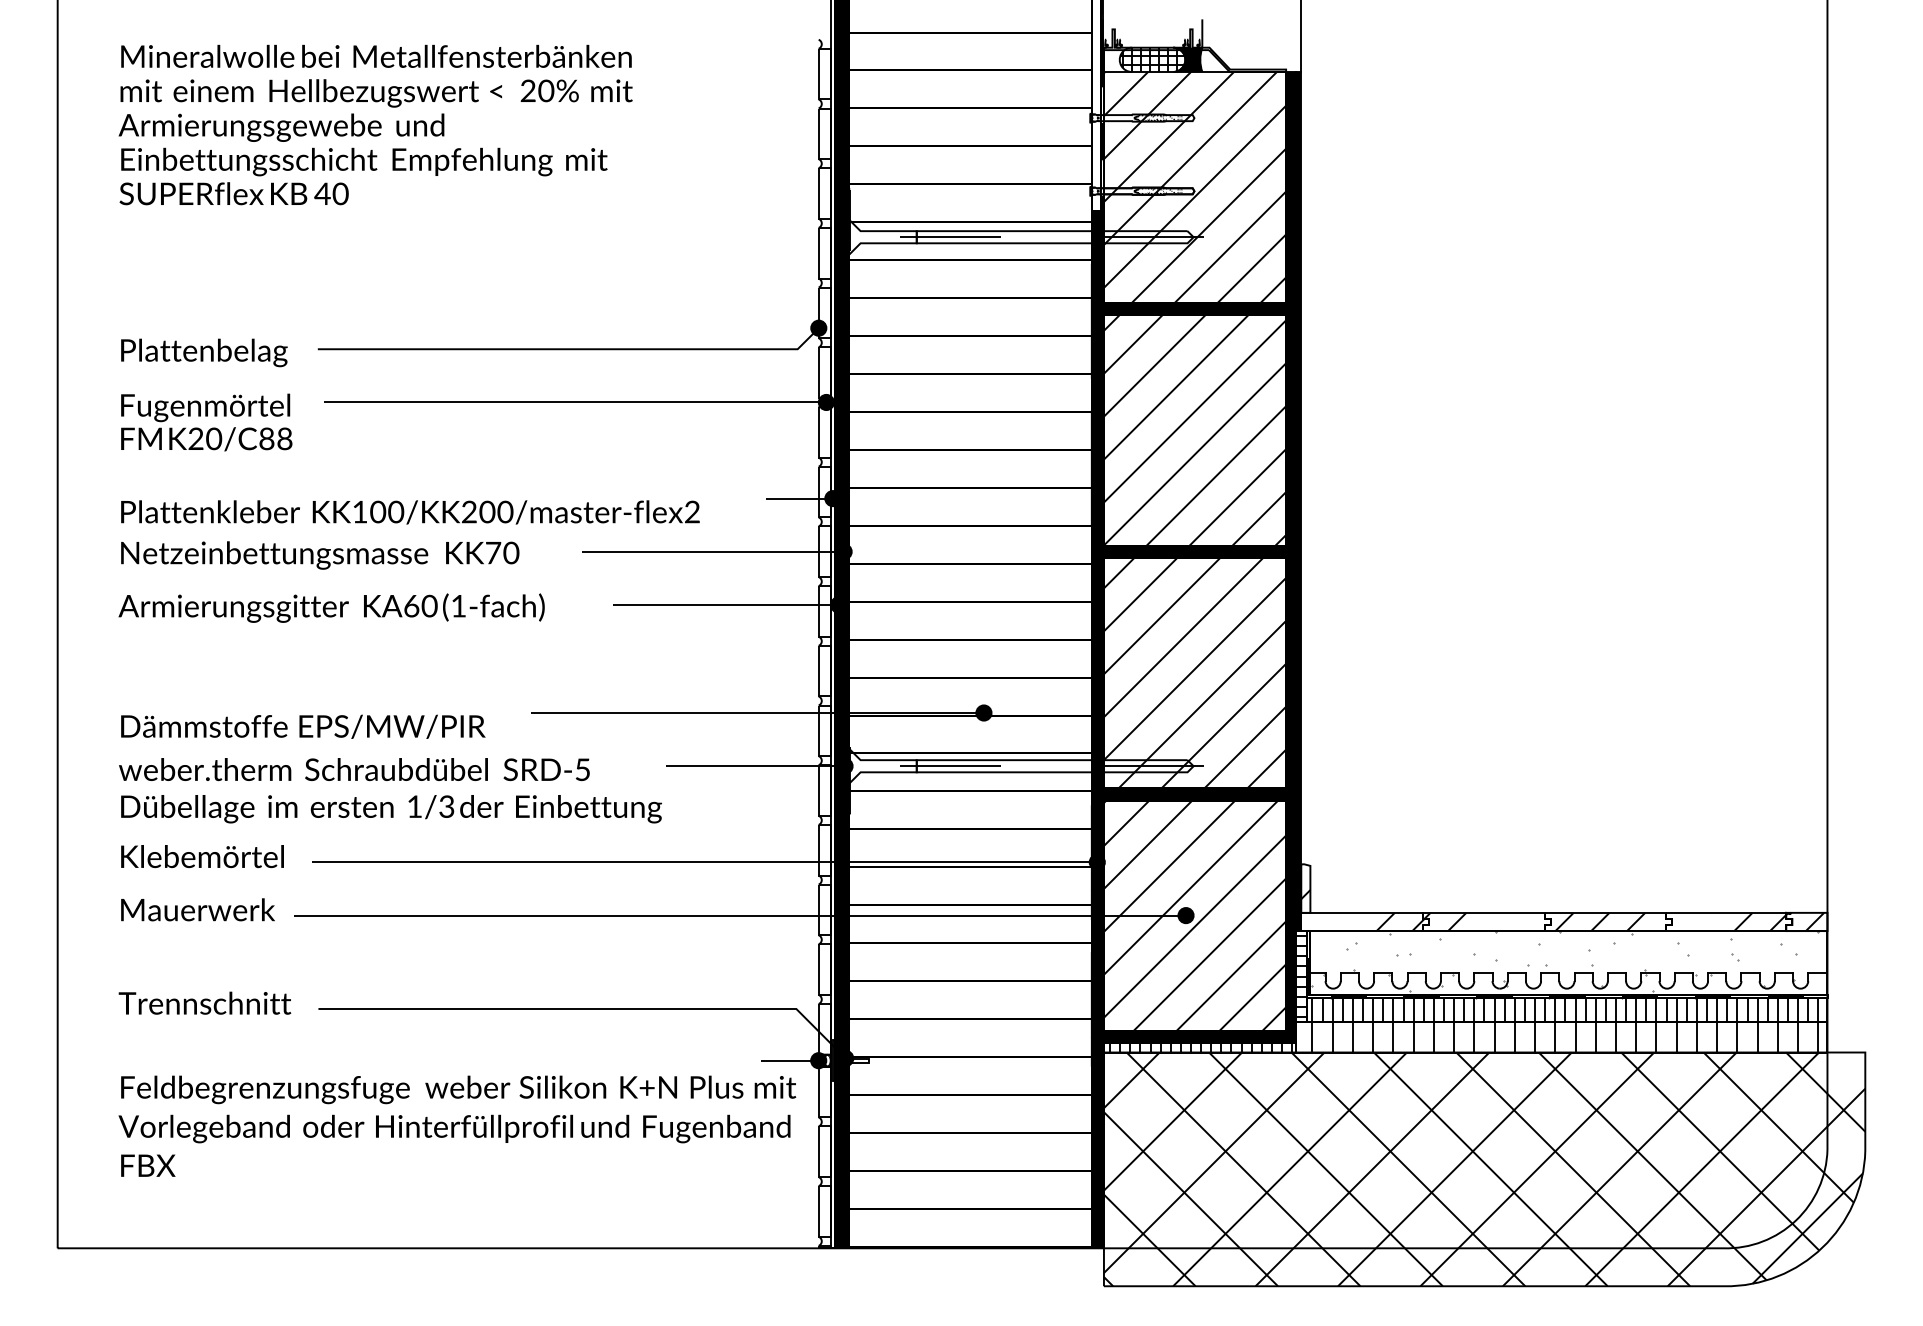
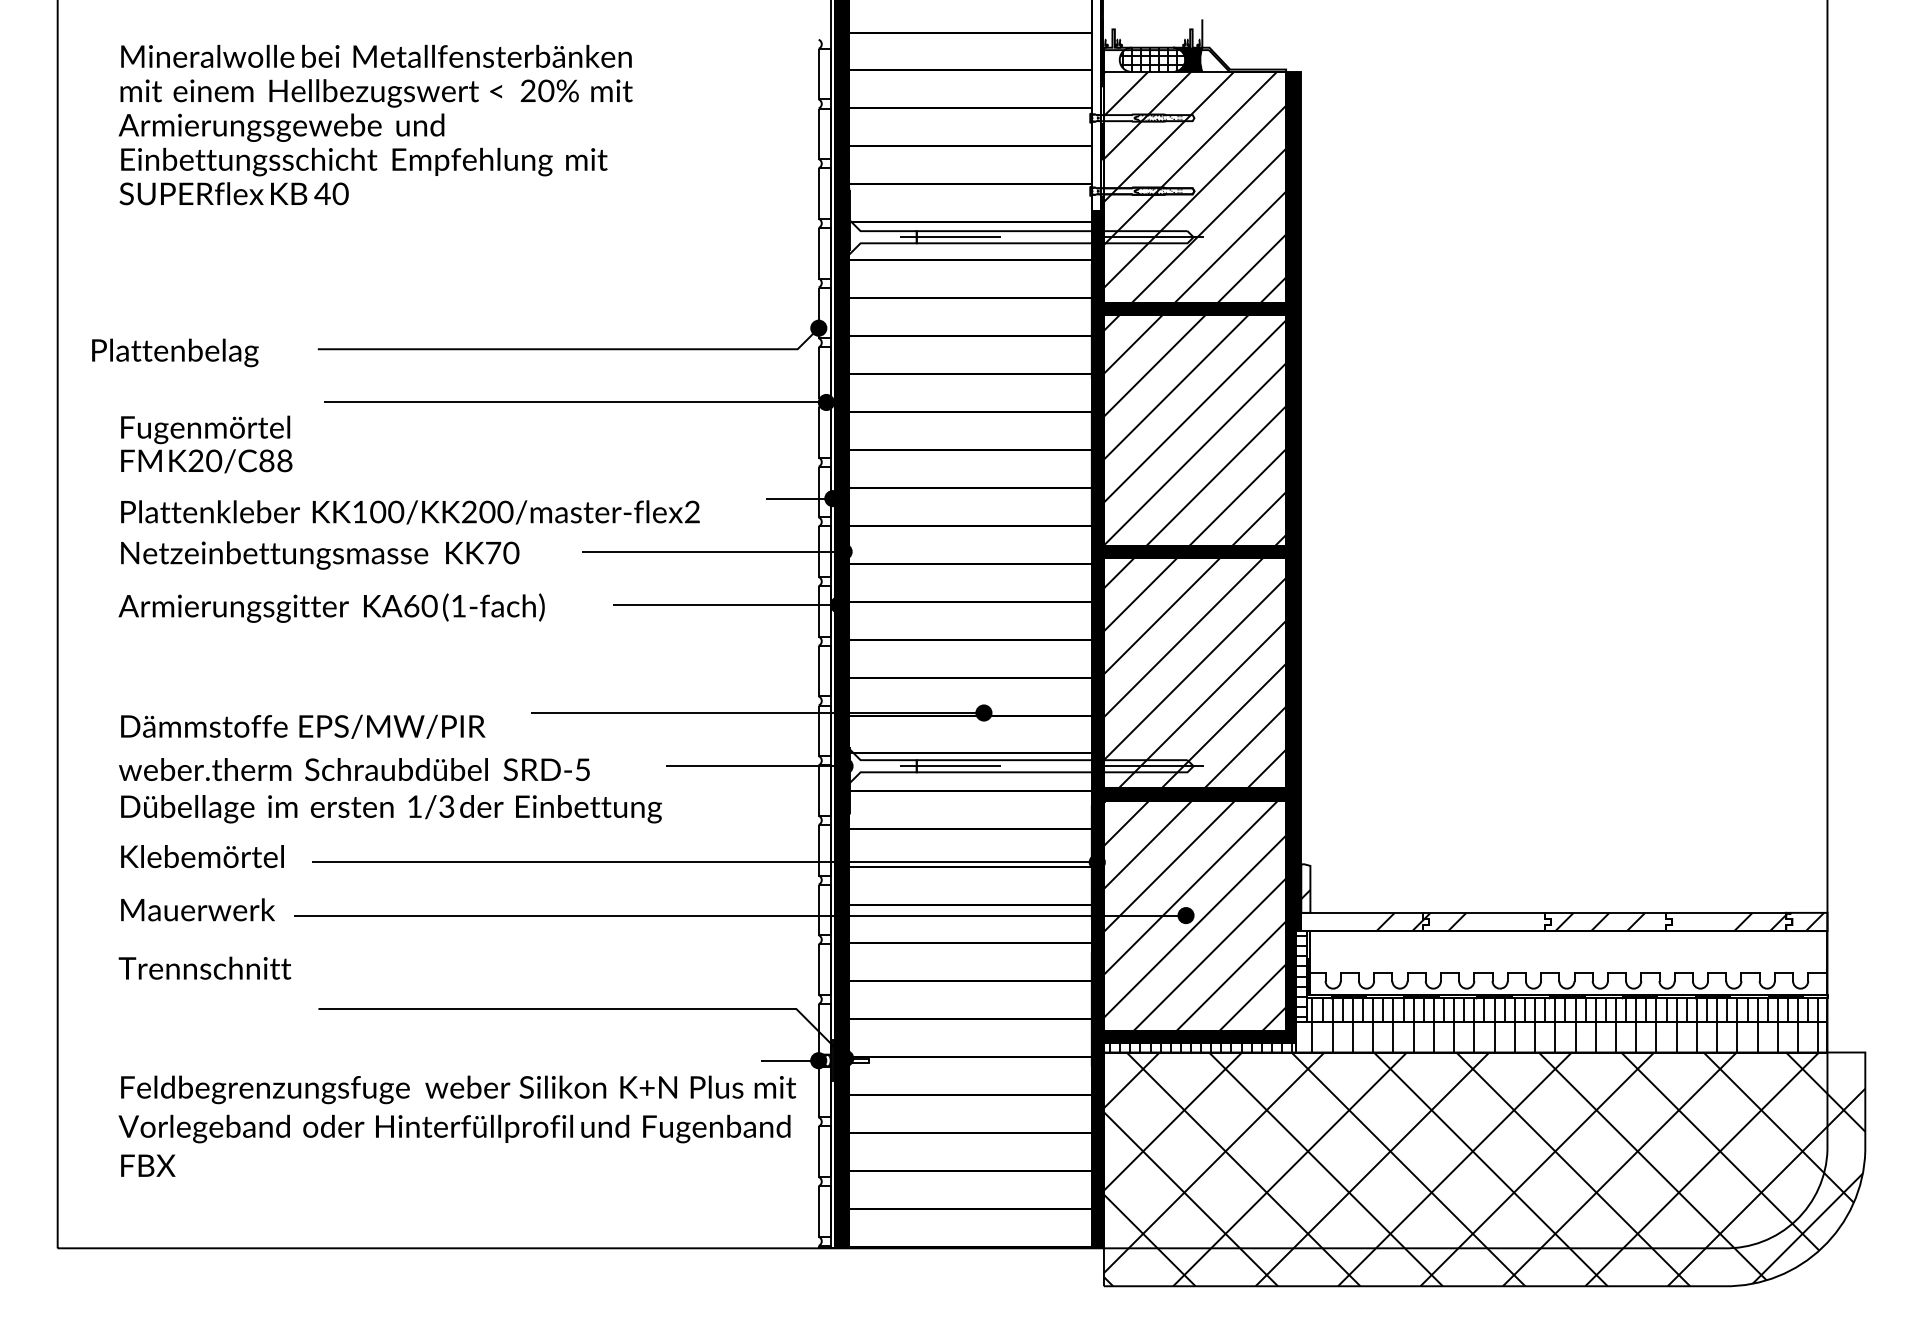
line at (1301, 37): present -> none
text at (204, 352) position: (204, 352) -> (175, 352)
text at (206, 422) position: (206, 422) -> (206, 444)
hatch at (1564, 961): present -> none
text at (204, 1002) position: (204, 1002) -> (204, 967)
